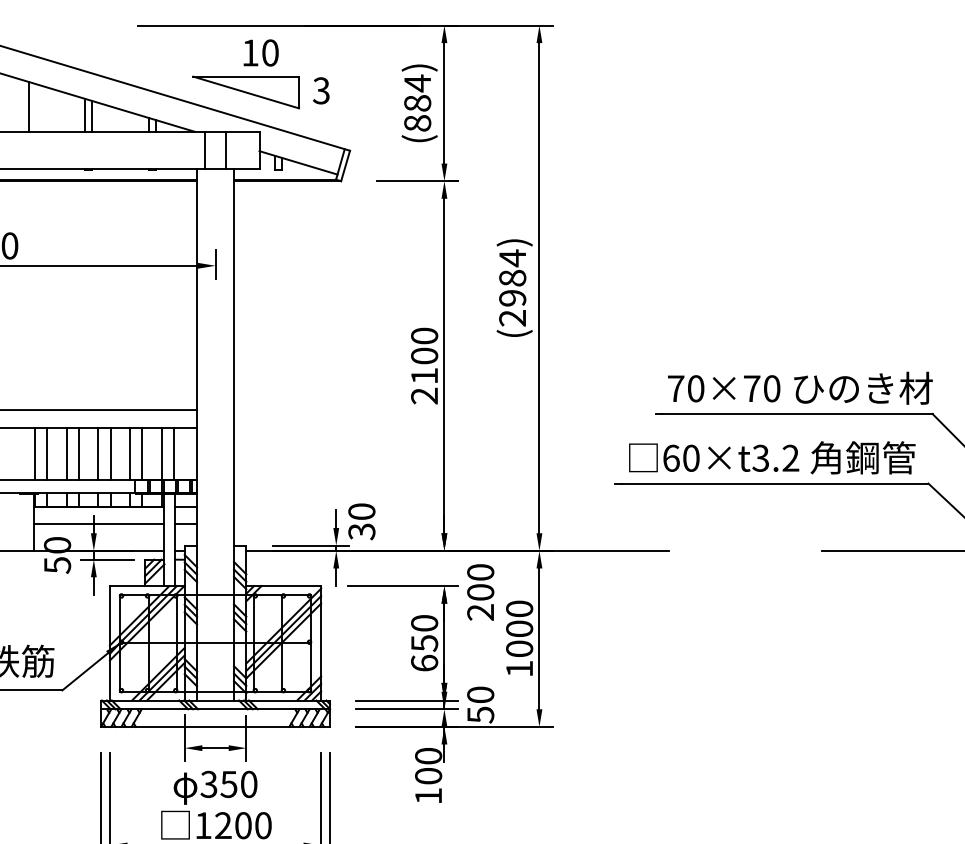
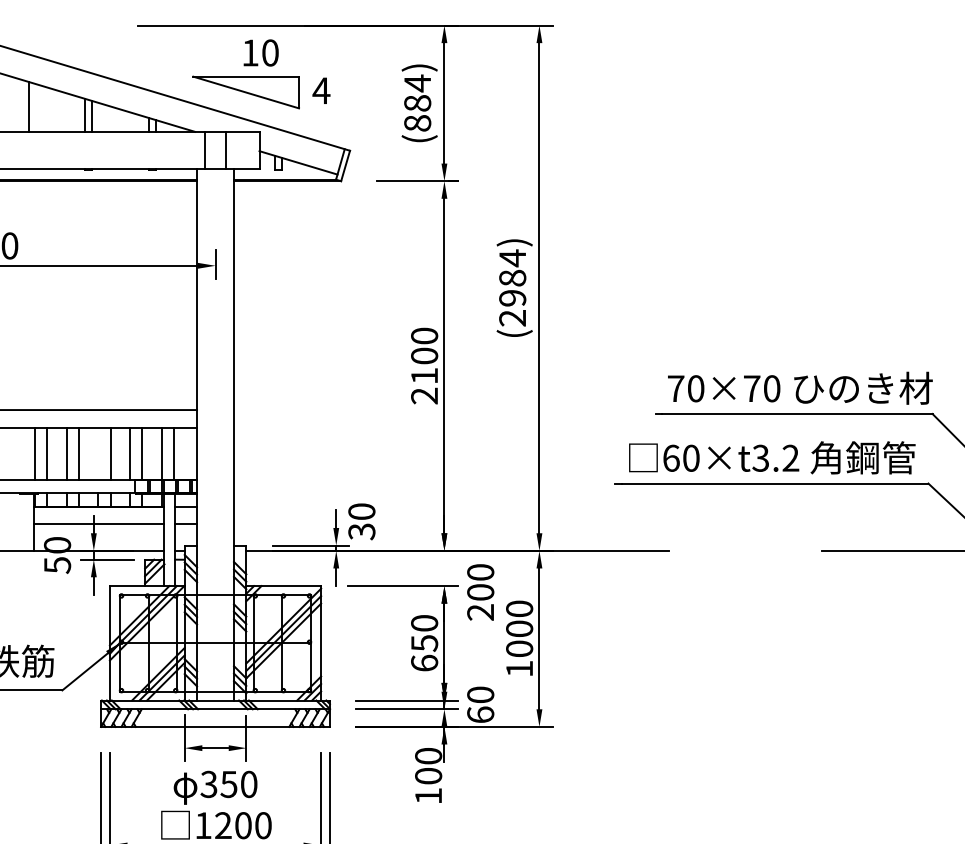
text at (321, 90): 3 -> 4
line at (98, 453): present -> none
text at (480, 714): 50 -> 60
